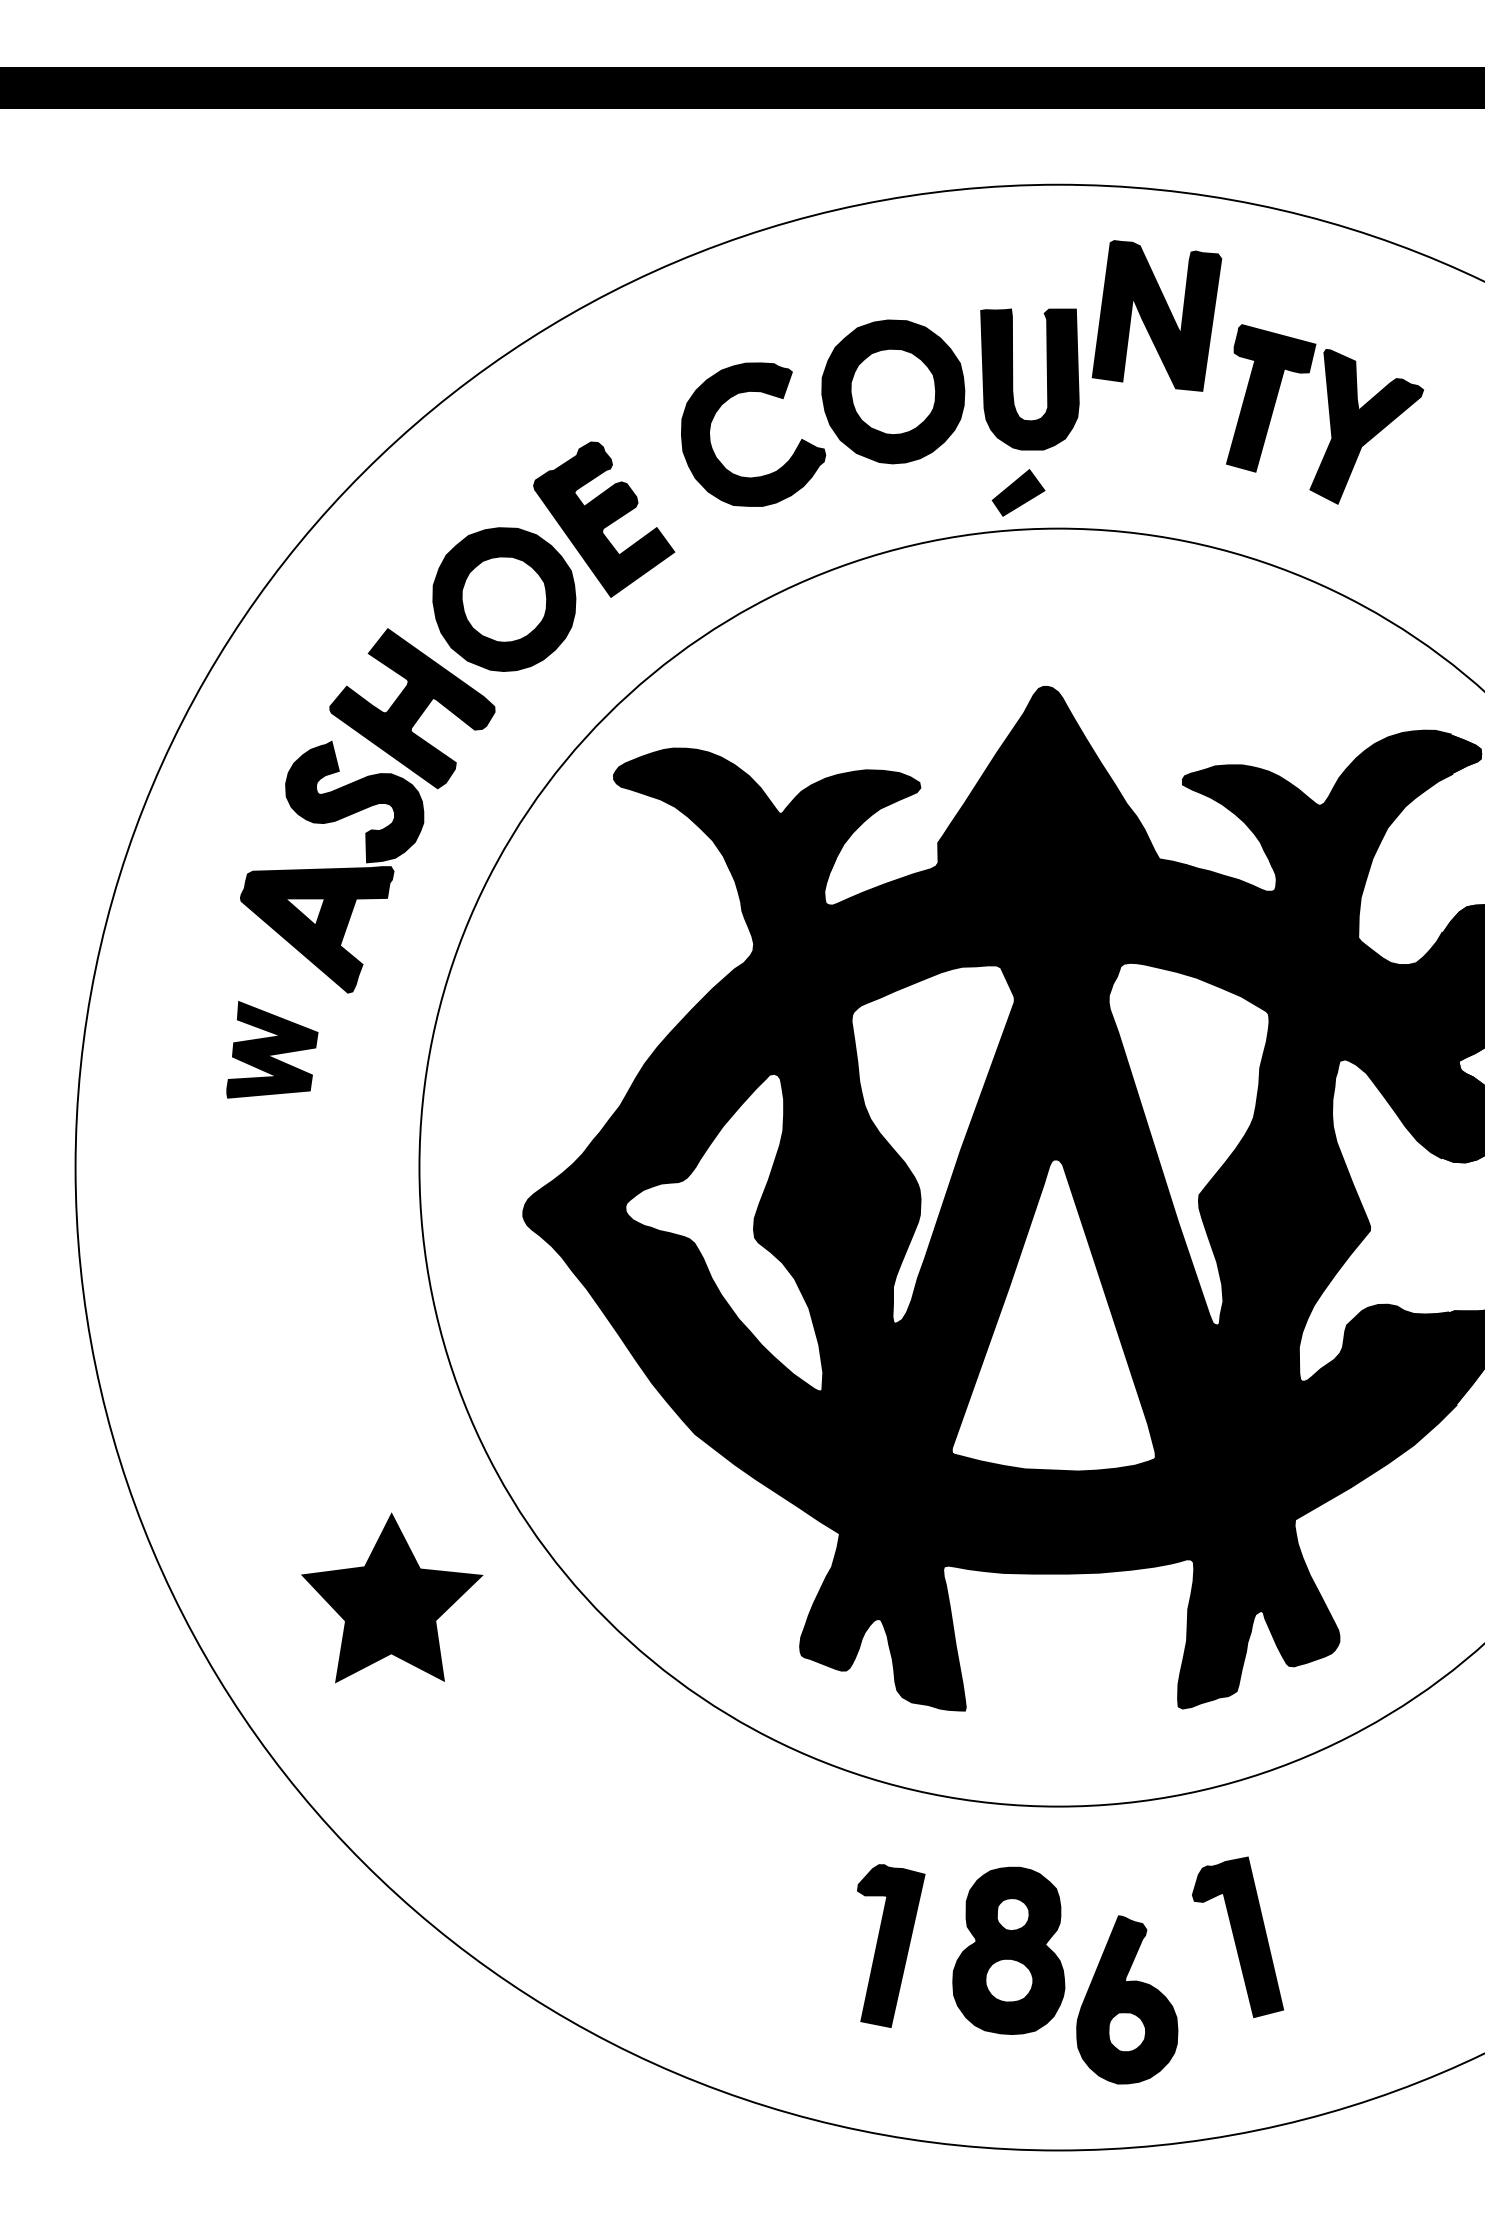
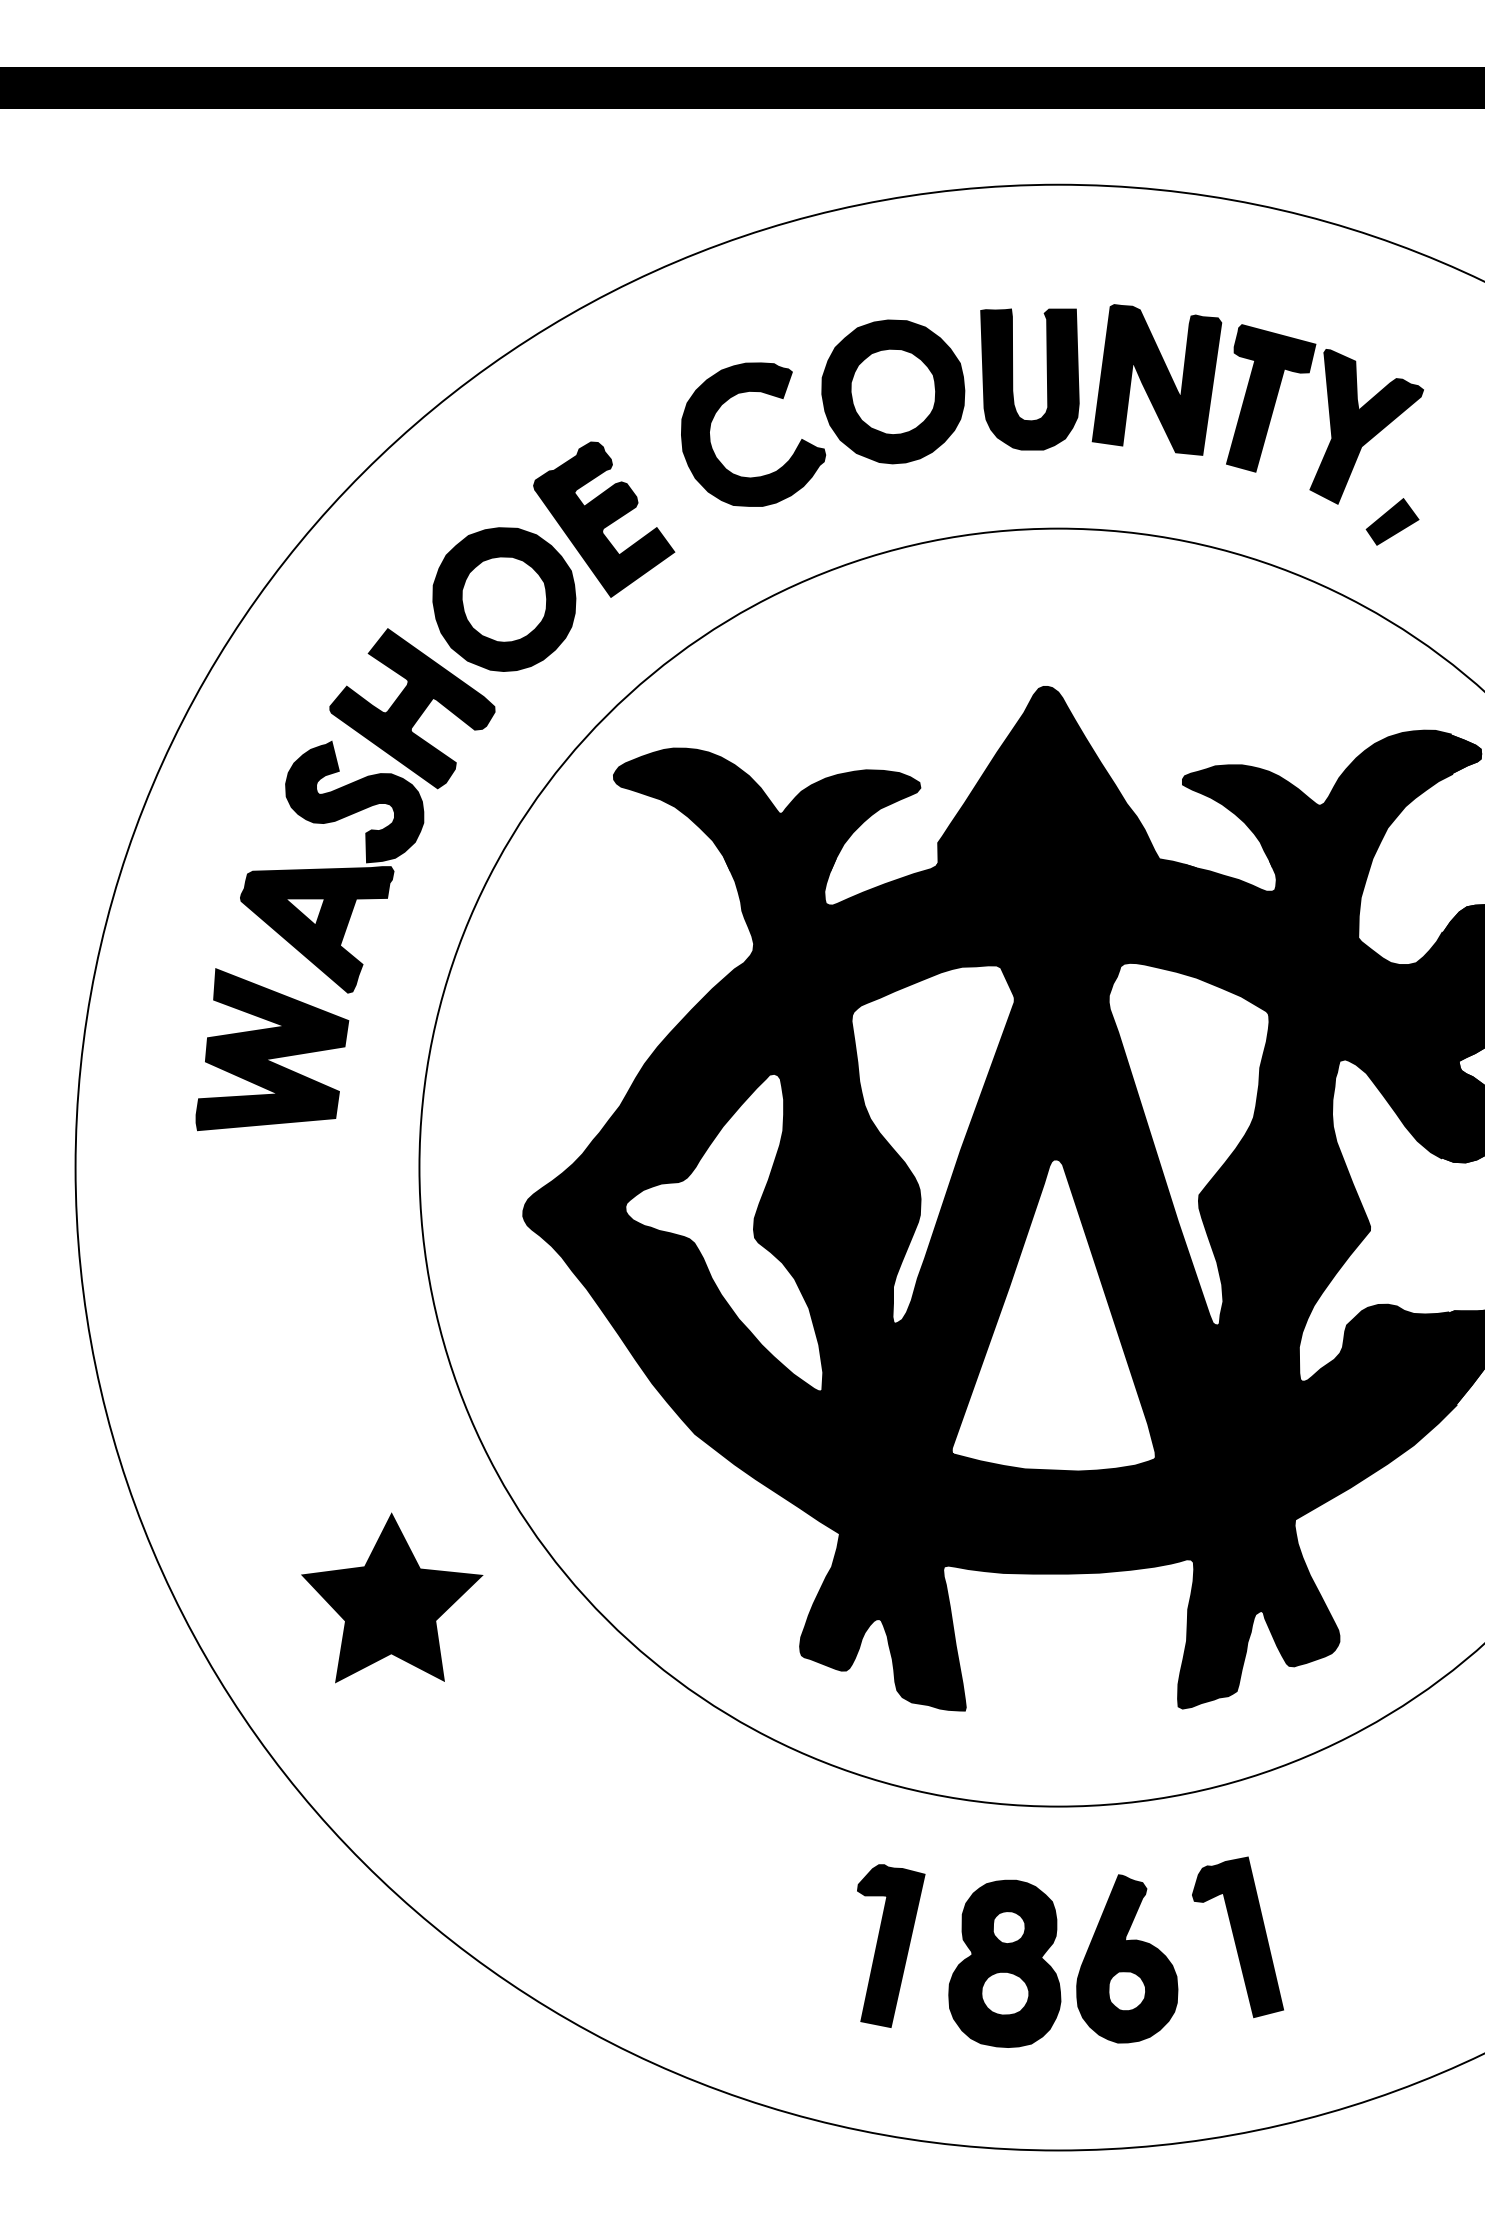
part at (1156, 315) position: (1156, 315) -> (1156, 379)
part at (1018, 492) position: (1018, 492) -> (1392, 521)
part at (272, 1049) size: 93x98 px -> 155x164 px
part at (1008, 1950) position: (1008, 1950) -> (1004, 1963)
part at (1127, 1999) position: (1127, 1999) -> (1127, 1958)
